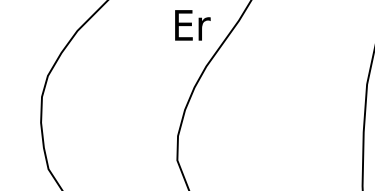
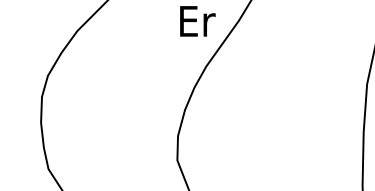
text at (192, 25) position: (192, 25) -> (197, 21)
